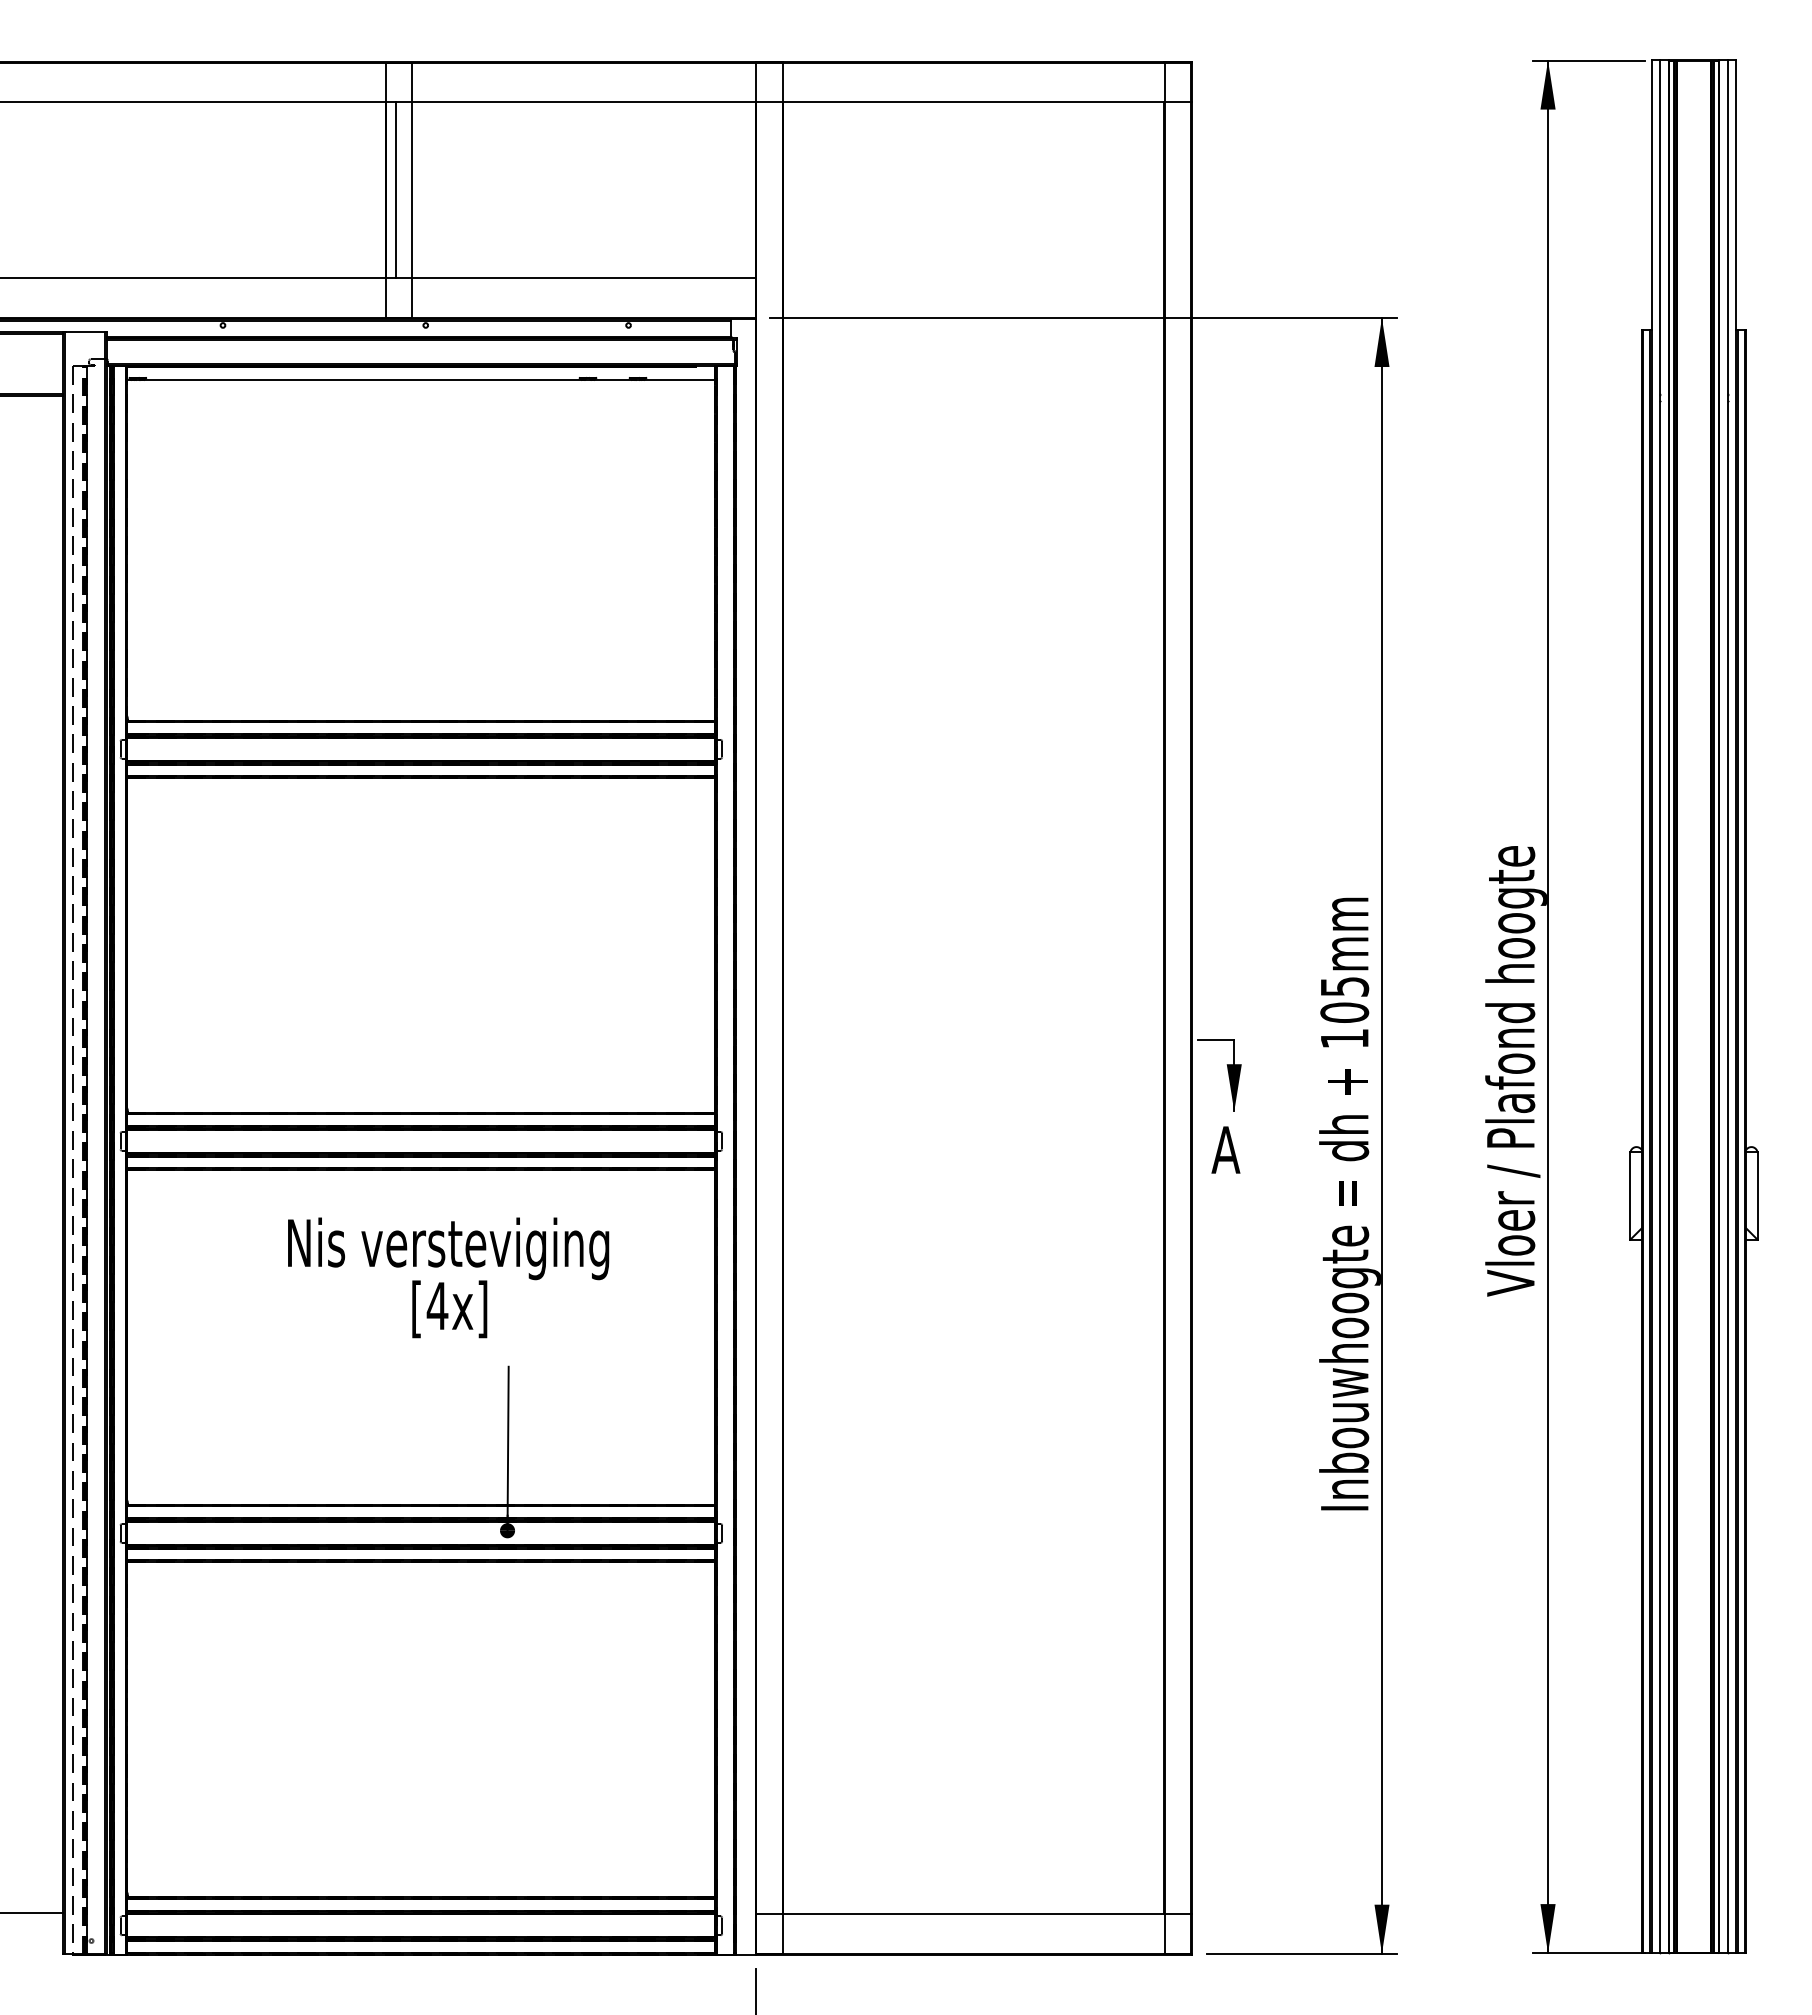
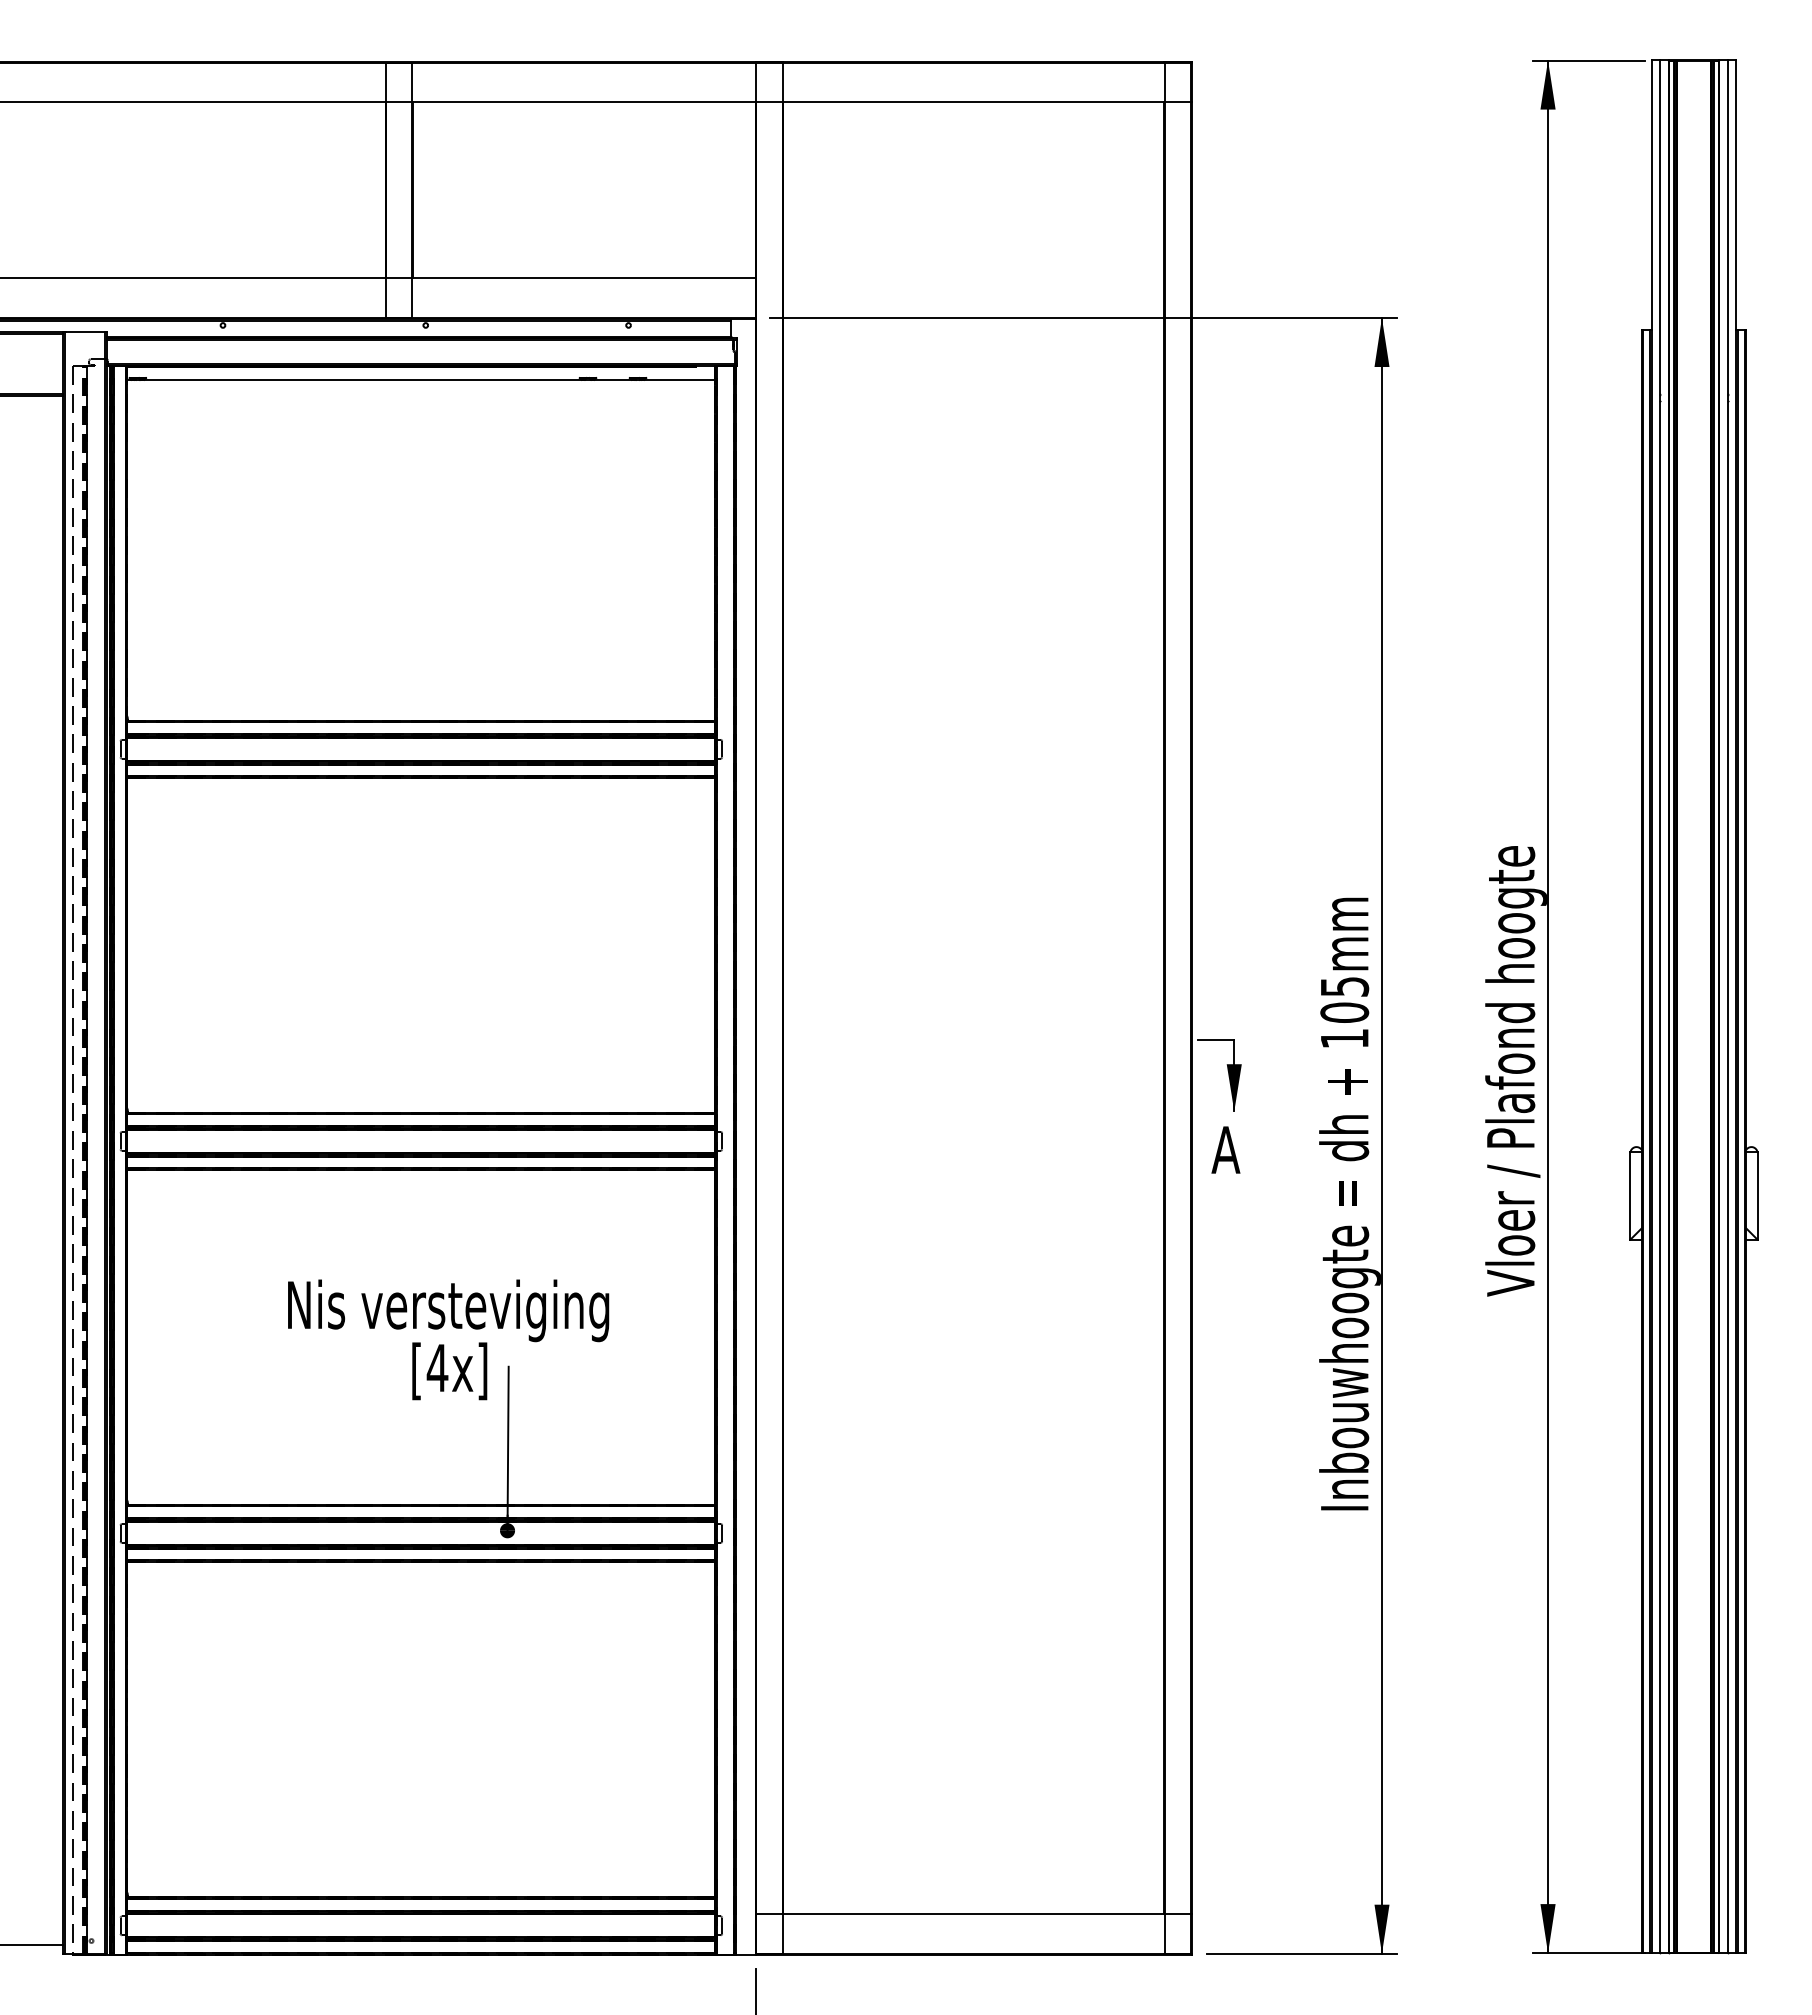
line at (395, 190) position: (395, 190) -> (412, 190)
text at (448, 1277) position: (448, 1277) -> (448, 1339)
line at (32, 1912) position: (32, 1912) -> (32, 1944)
